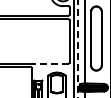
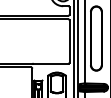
line at (78, 49): dashed -> solid
line at (50, 63): dashed -> solid
